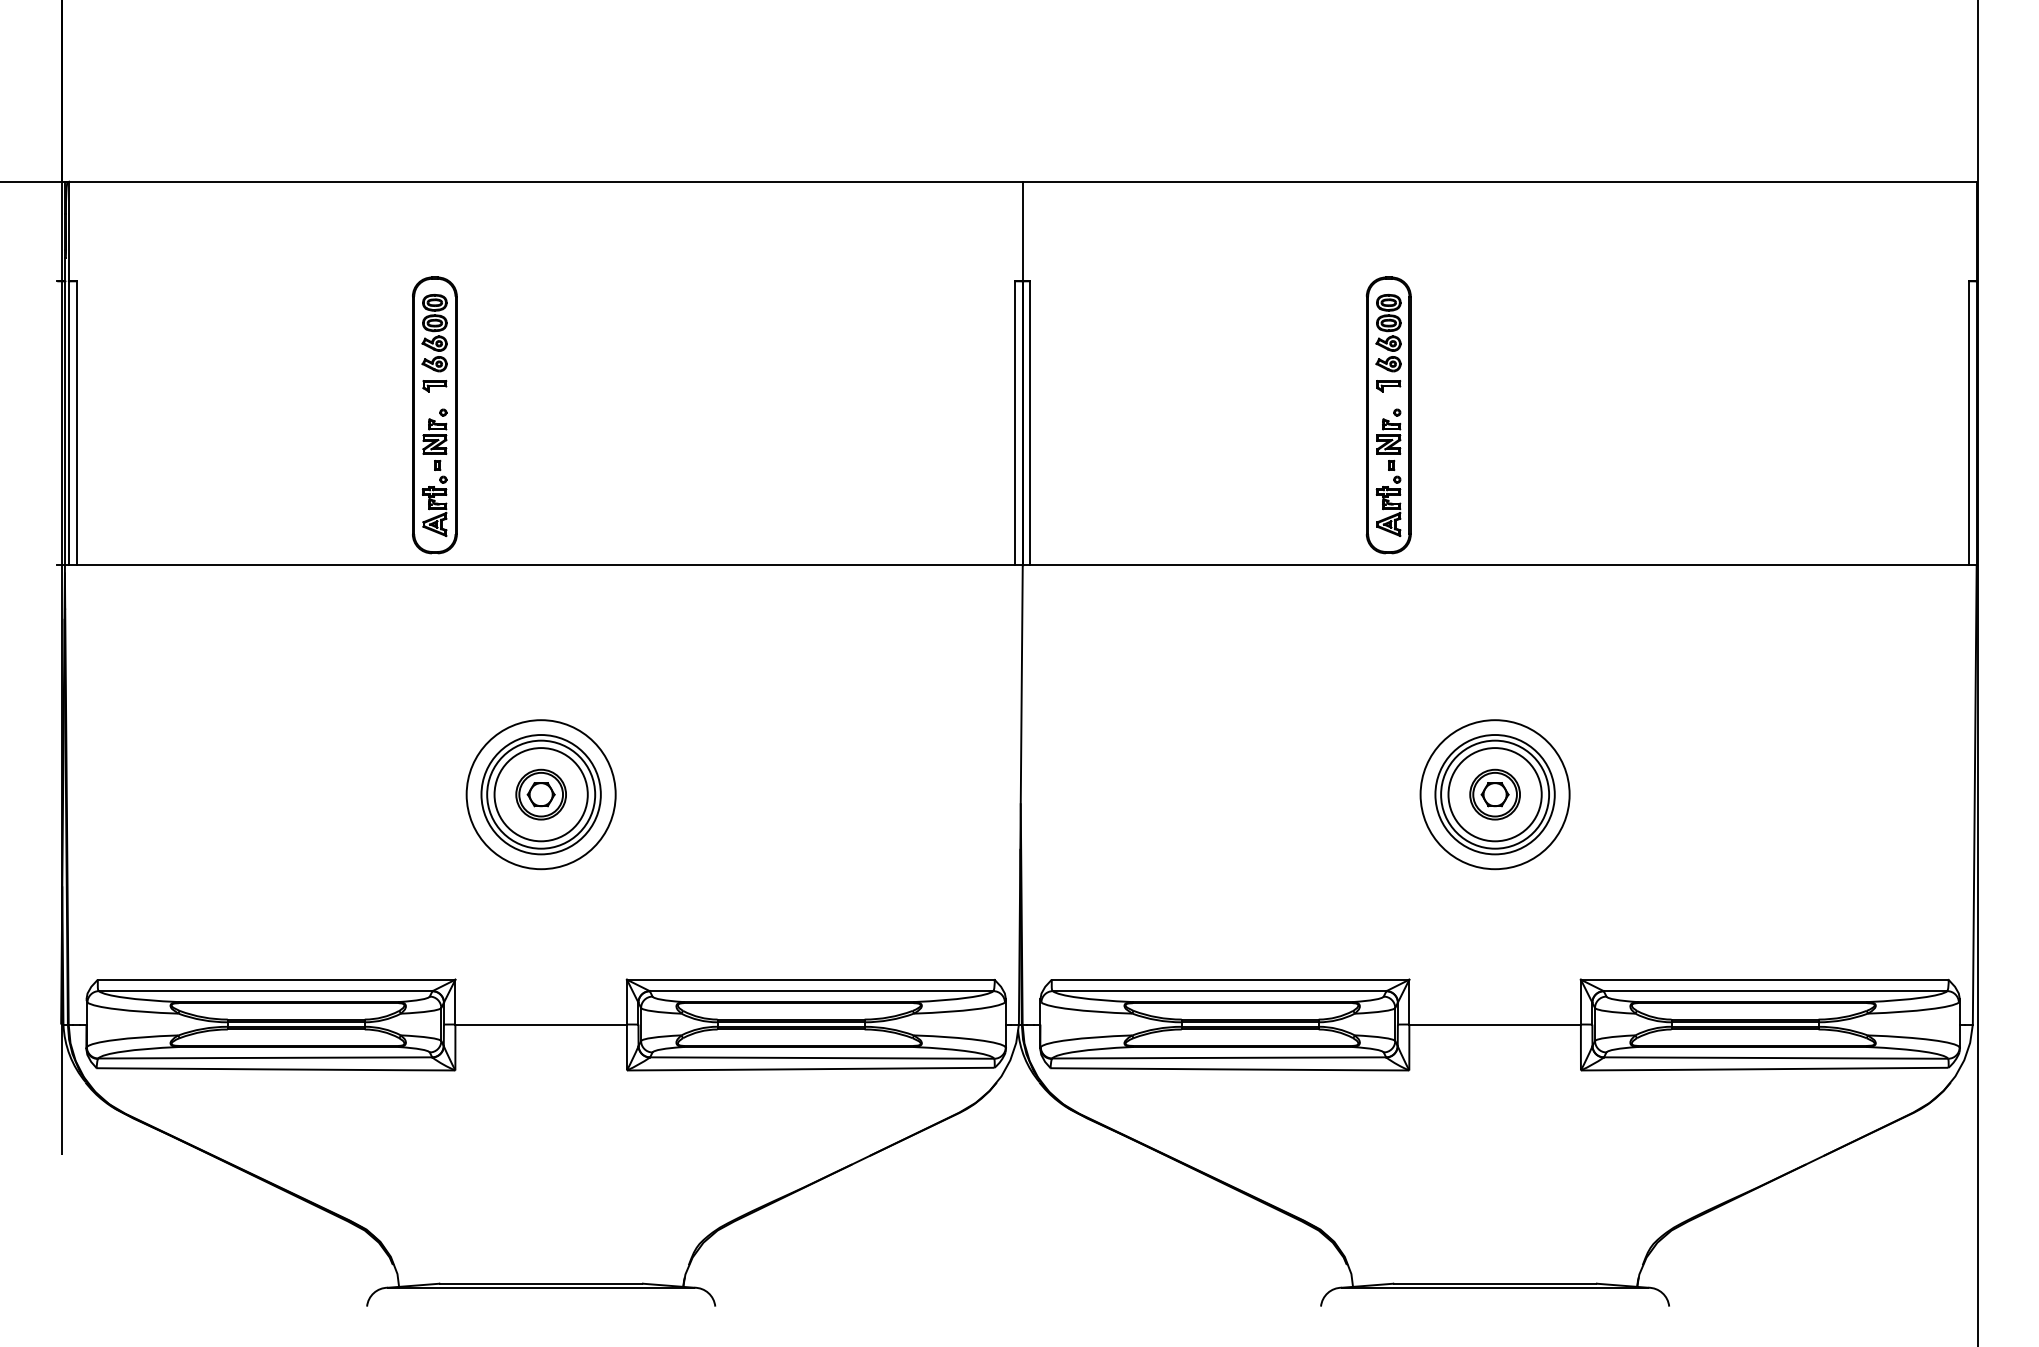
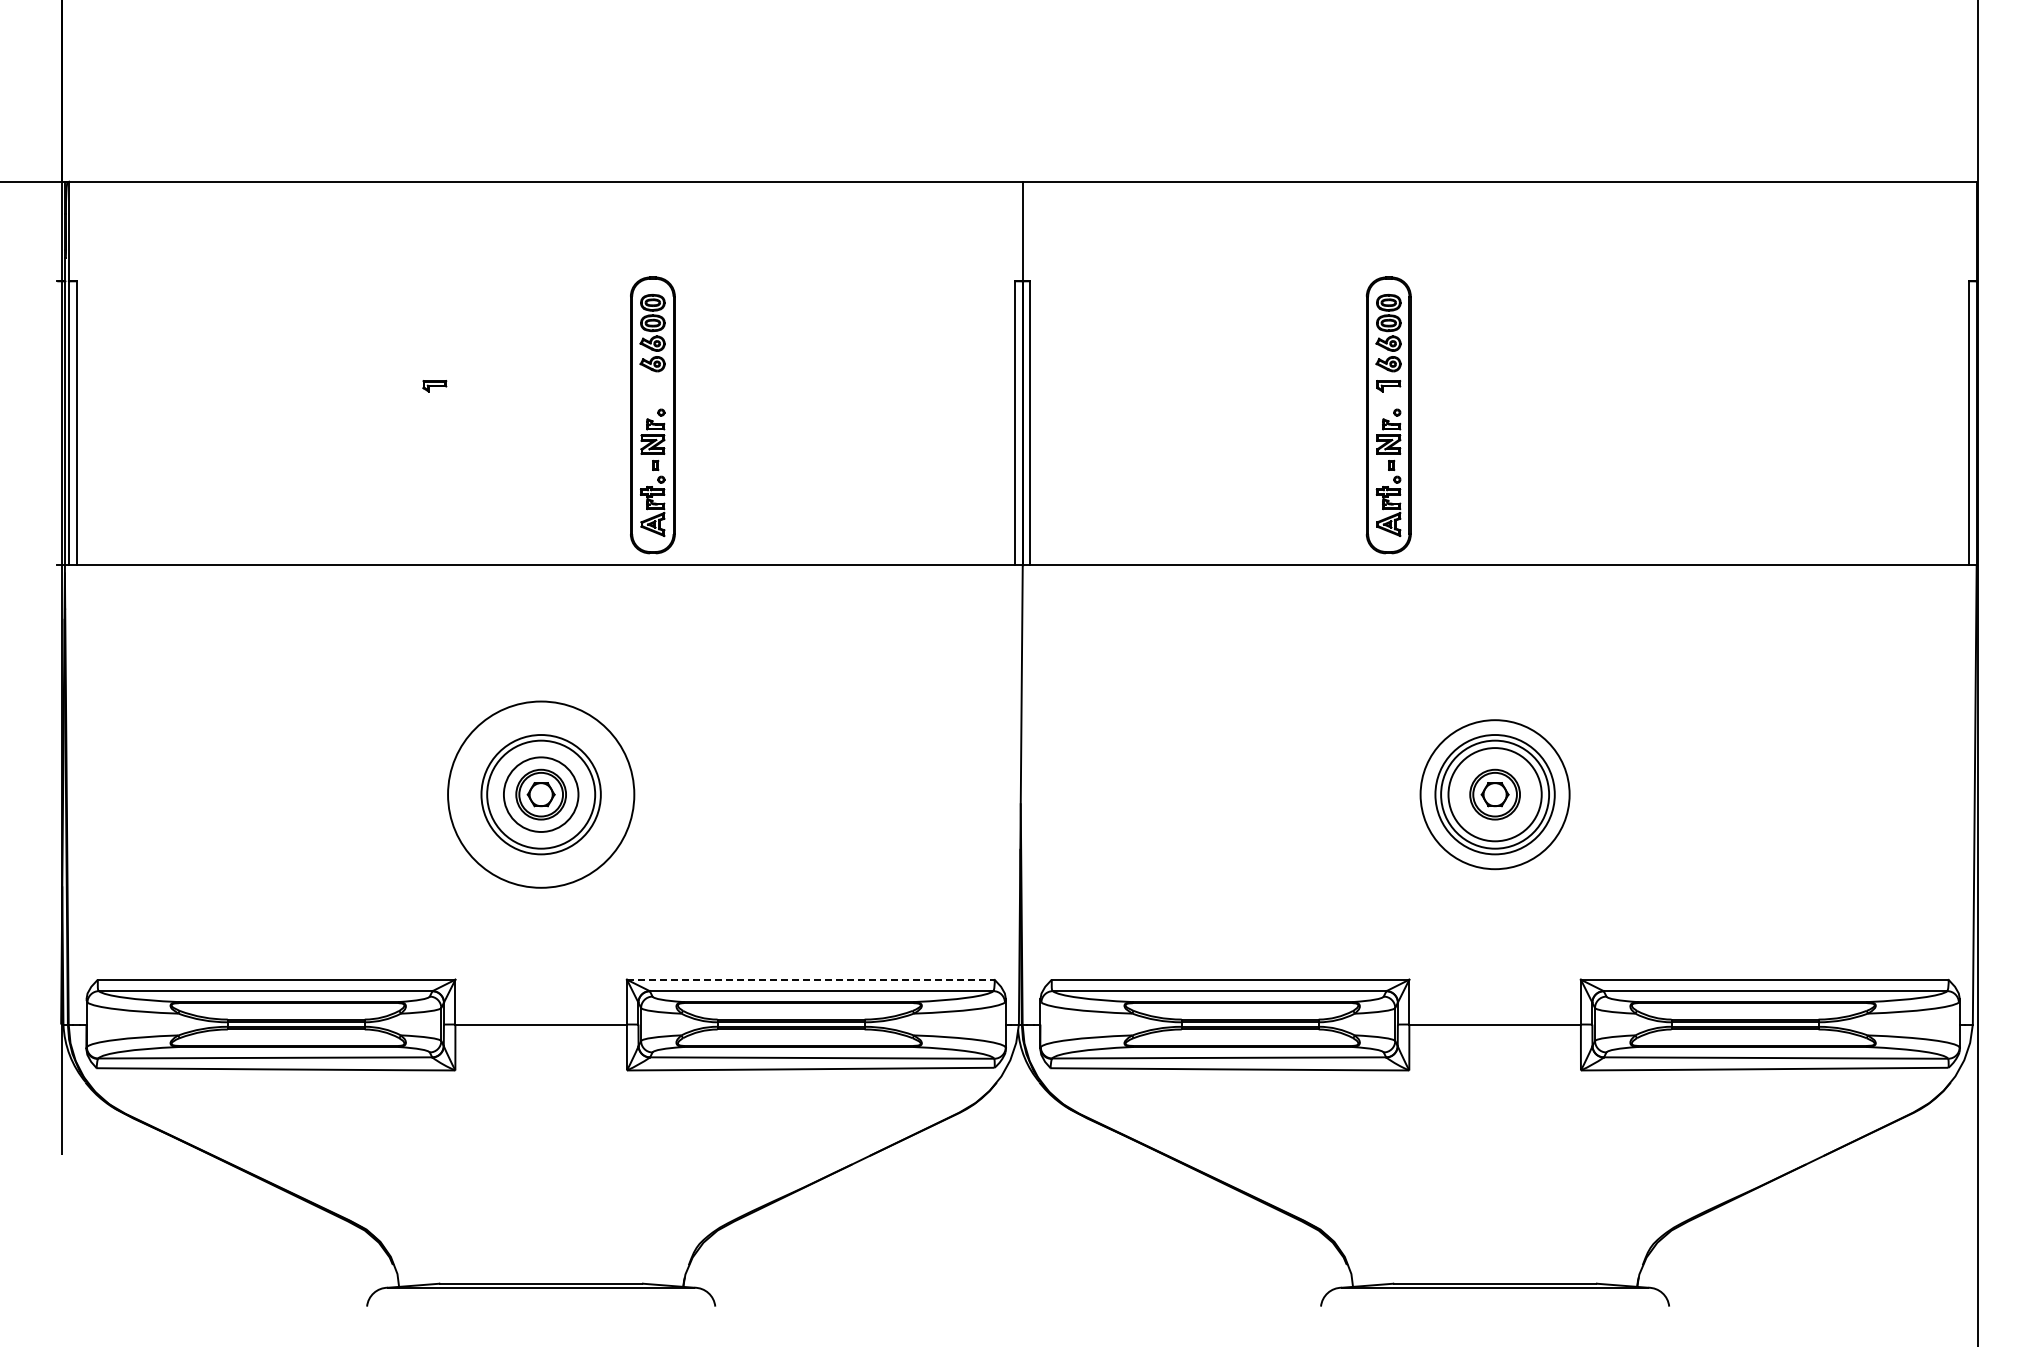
part at (434, 415) position: (434, 415) -> (652, 415)
circle at (540, 794) diameter: 149 px -> 186 px
circle at (540, 794) diameter: 93 px -> 75 px
line at (810, 979): solid -> dashed
